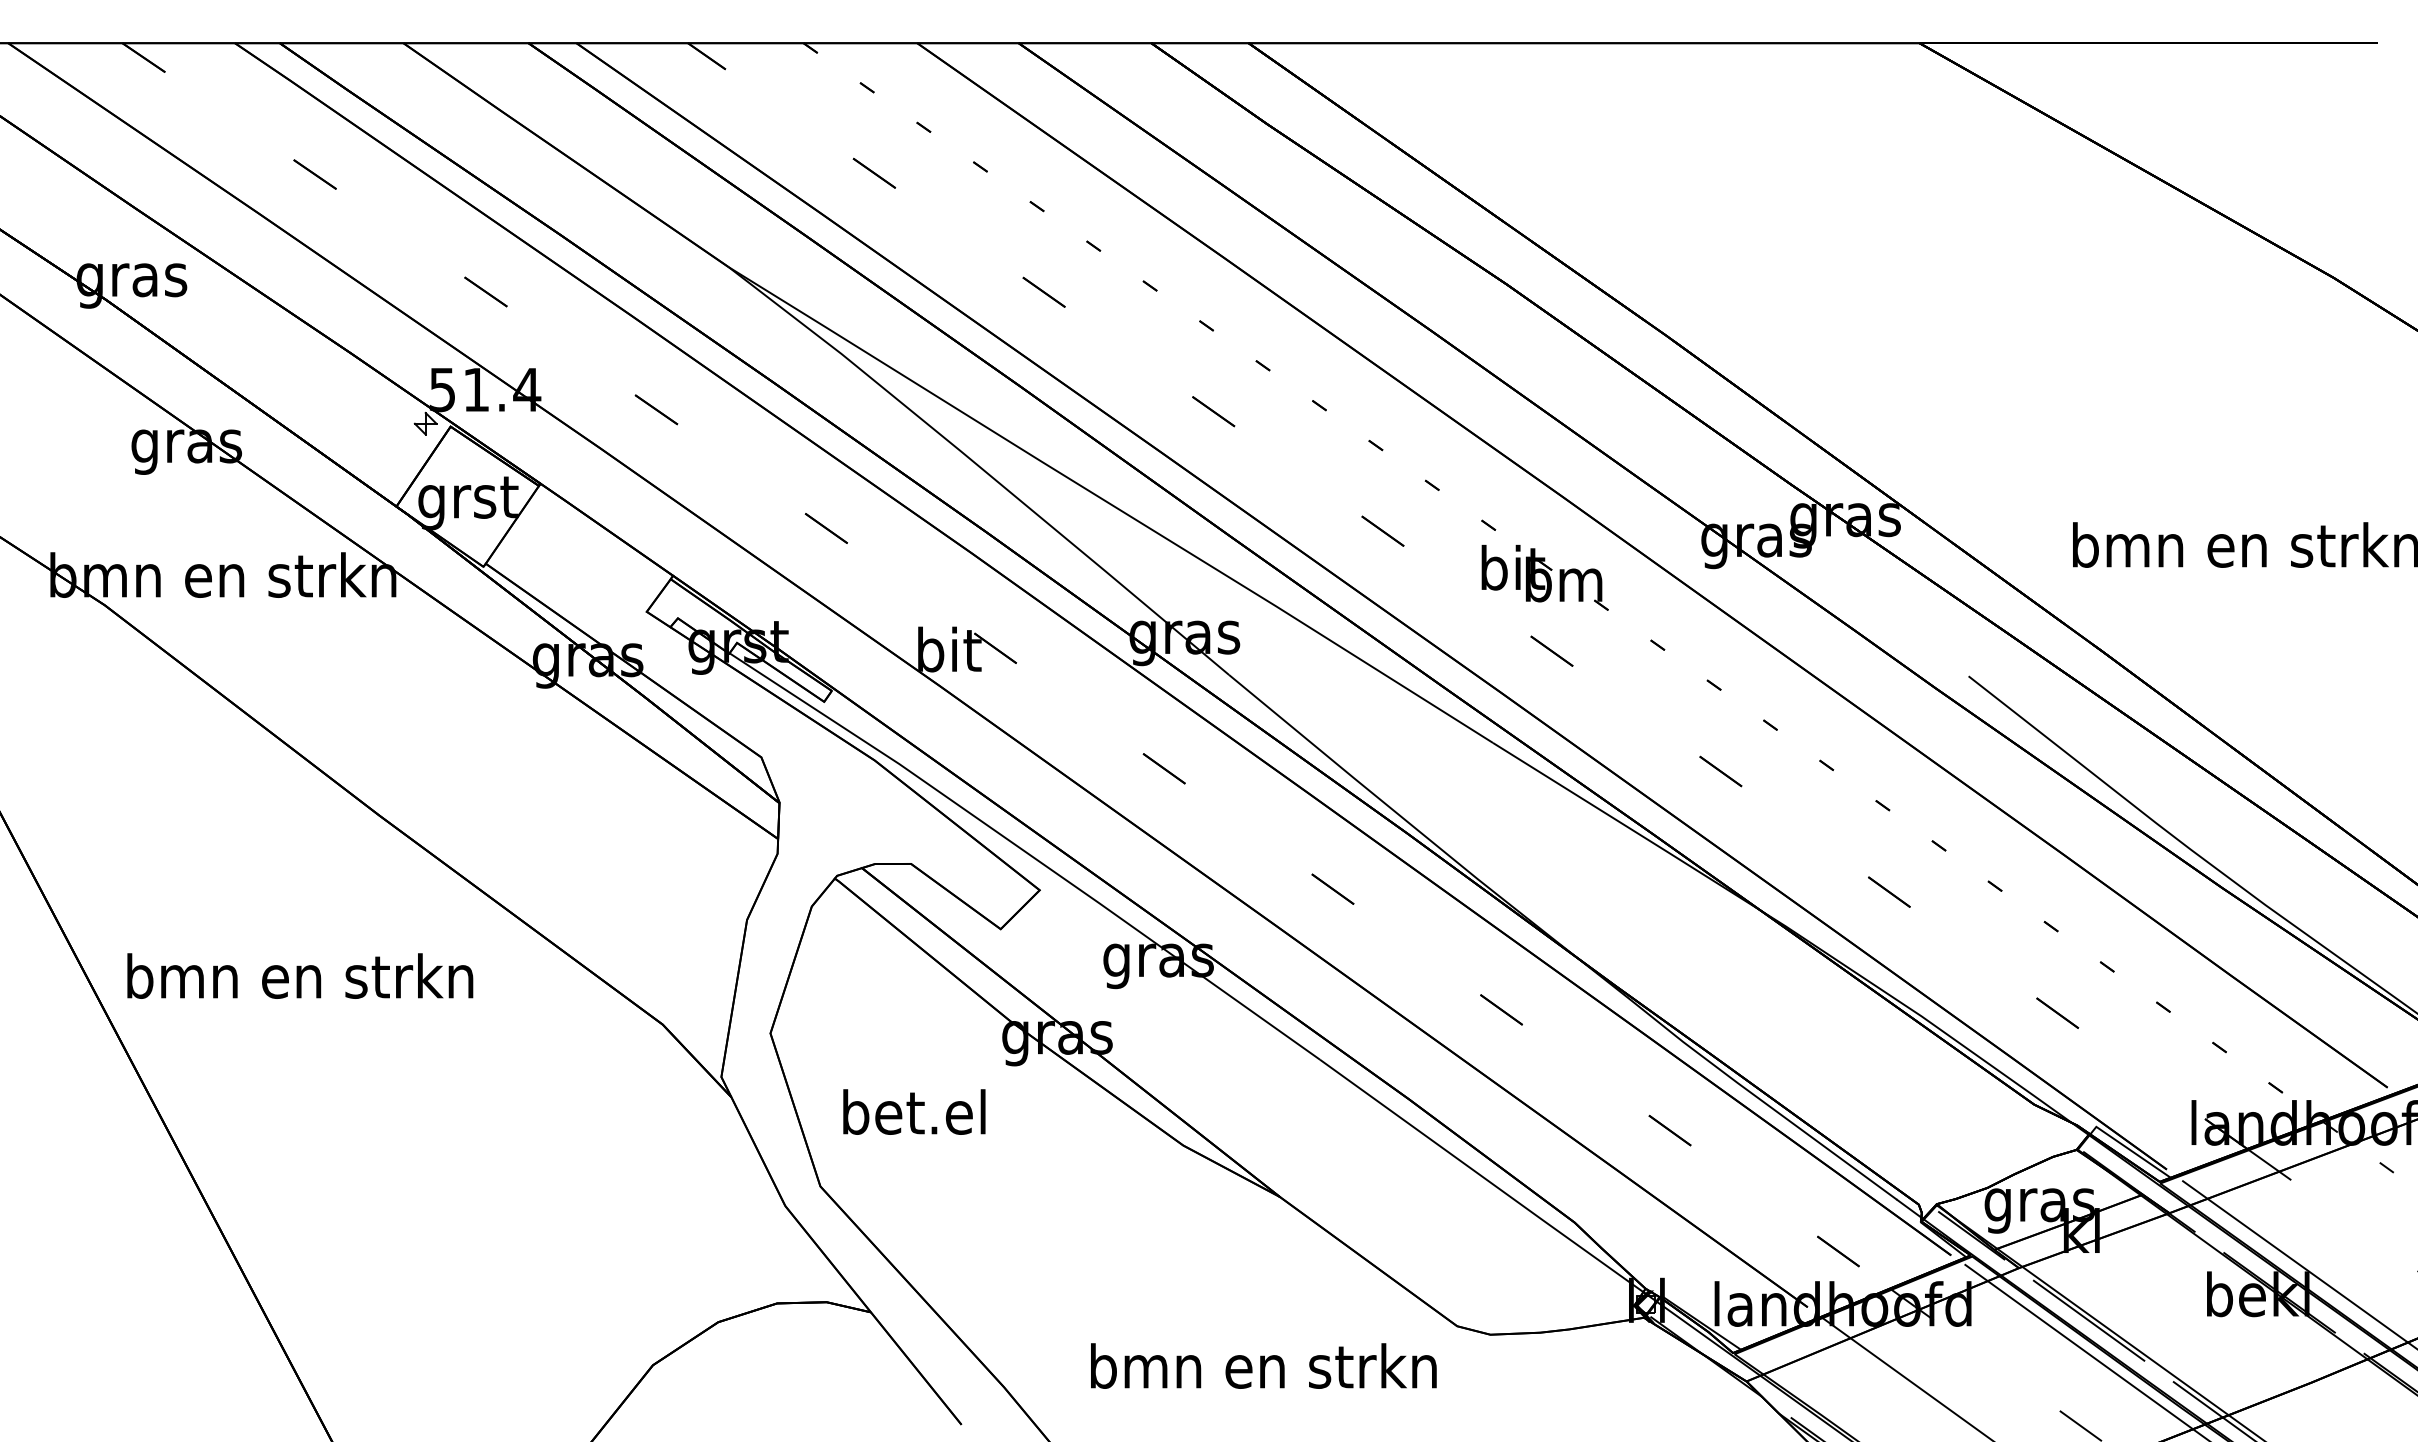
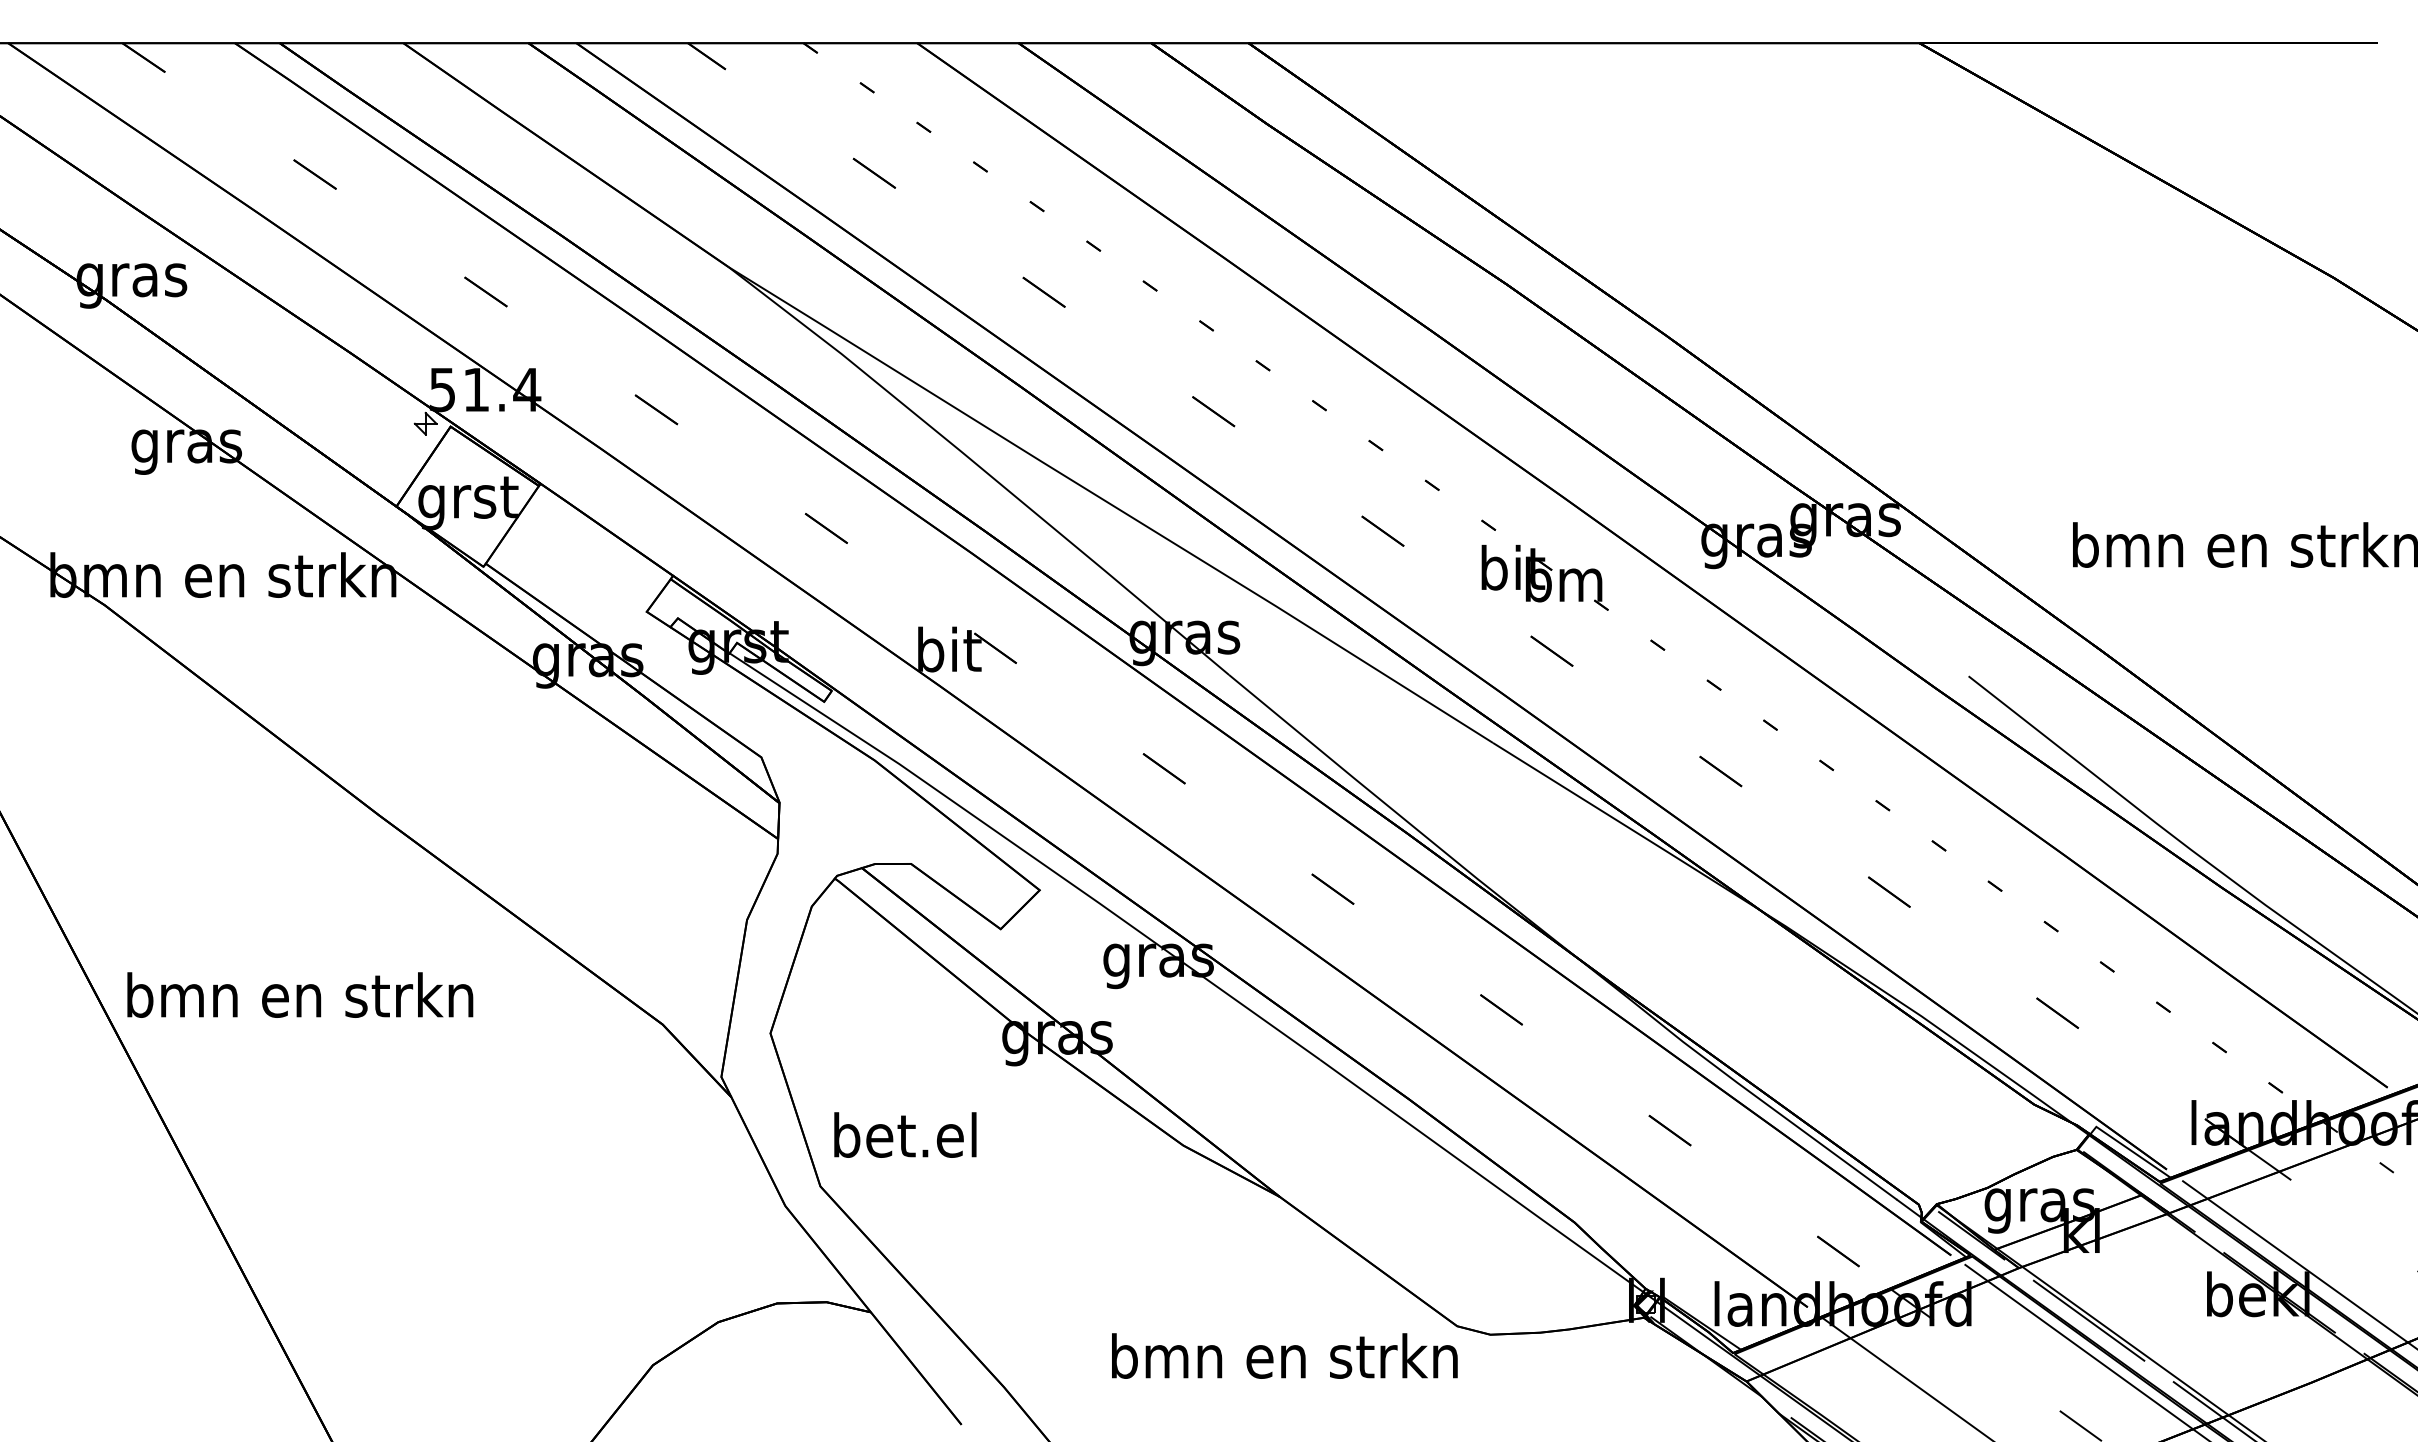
text at (300, 975) position: (300, 975) -> (300, 994)
text at (914, 1111) position: (914, 1111) -> (905, 1134)
text at (1263, 1365) position: (1263, 1365) -> (1284, 1355)
